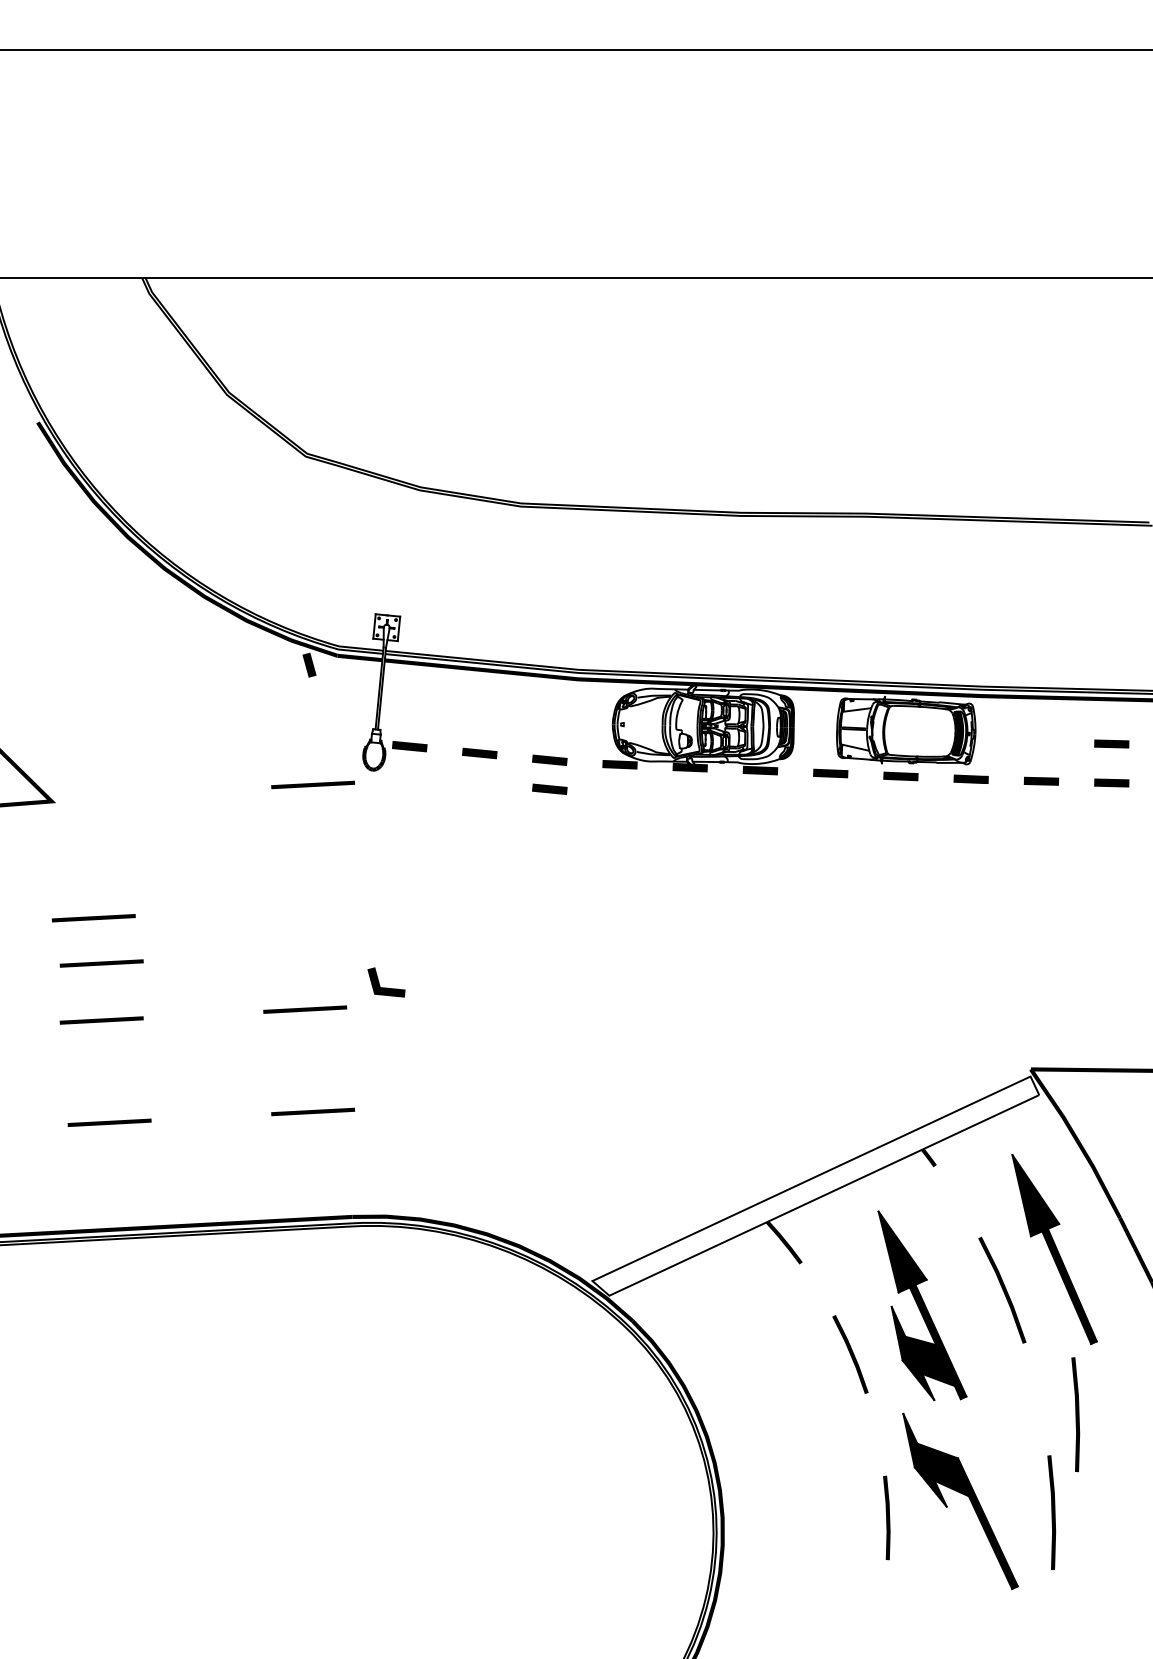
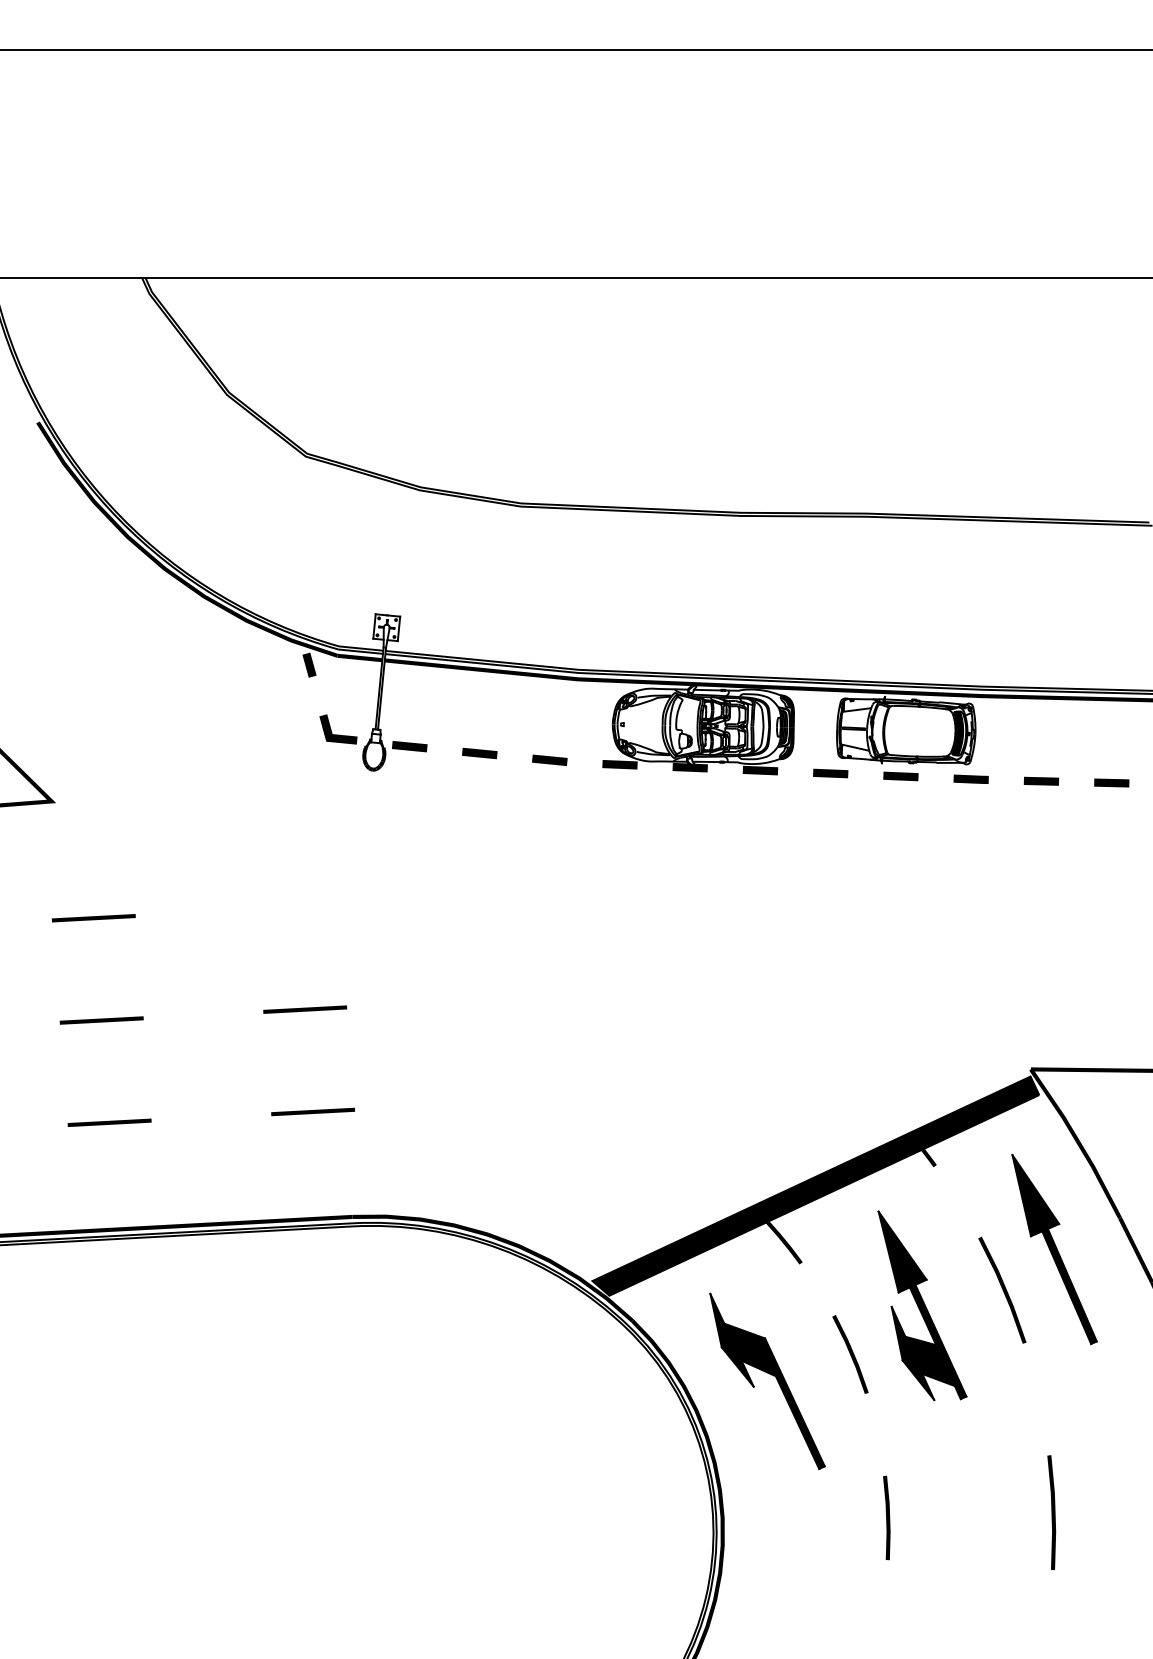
line at (1111, 743): present -> none
line at (313, 784): present -> none
line at (549, 788): present -> none
line at (101, 963): present -> none
line at (386, 987) position: (386, 987) -> (338, 734)
fill at (815, 1185): none -> present
curve at (1075, 1414): present -> none
part at (964, 1495) position: (964, 1495) -> (771, 1375)
